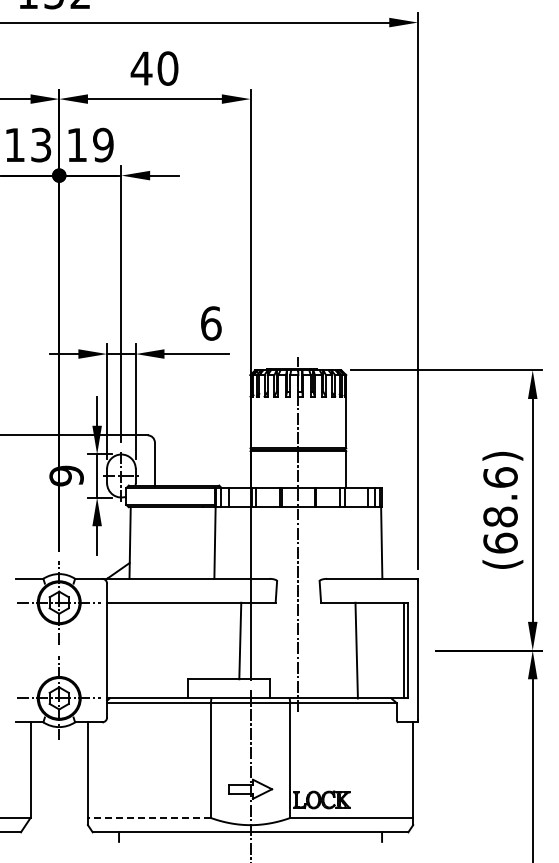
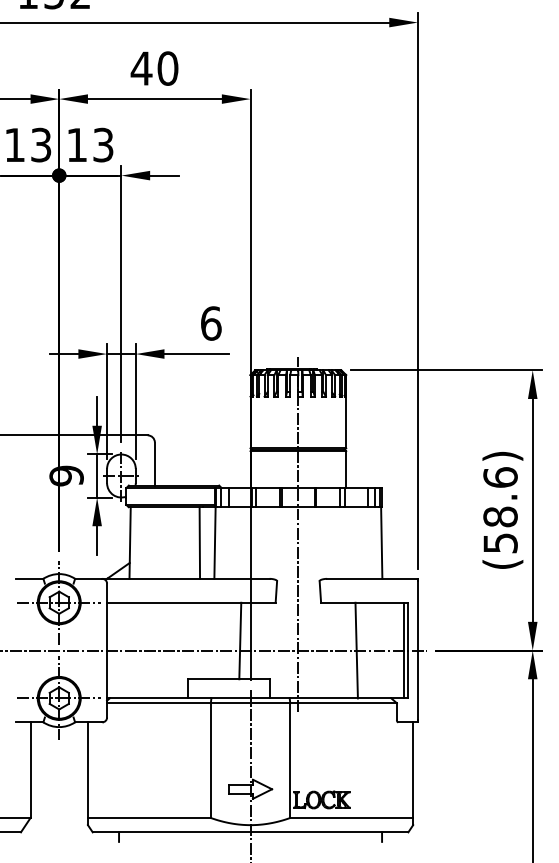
text at (103, 145): 19 -> 13
line at (199, 542): none -> present
text at (500, 542): (68.6) -> (58.6)
line at (214, 650): none -> present
line at (148, 817): dashed -> solid
